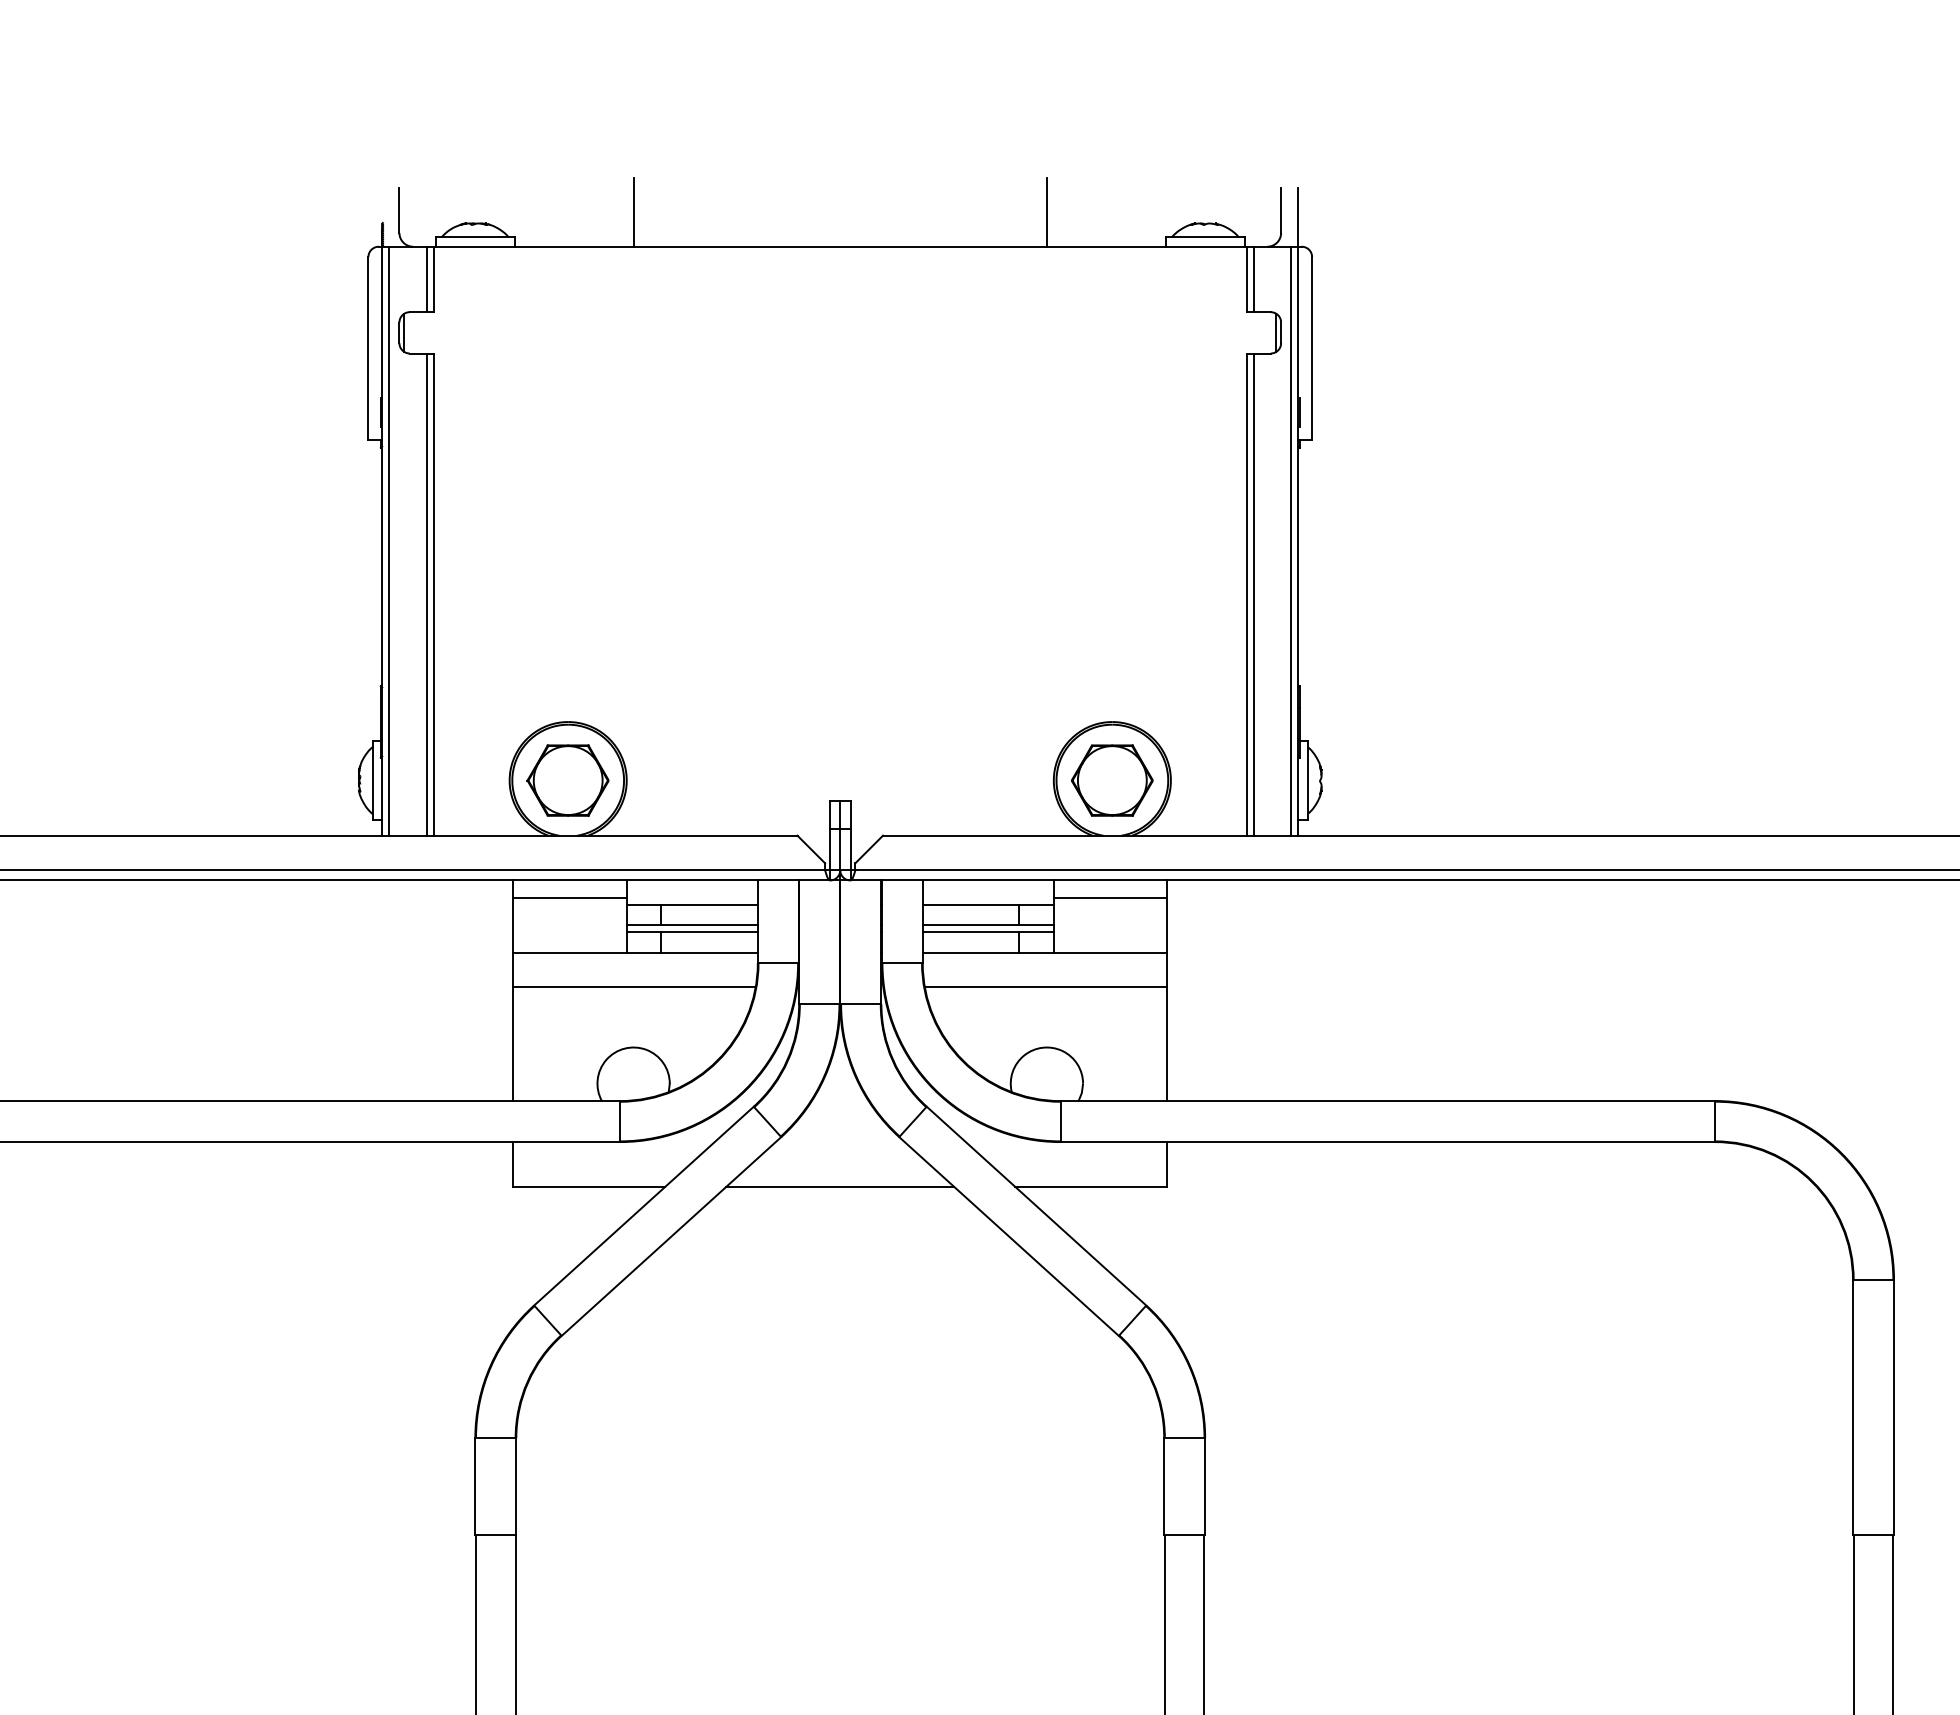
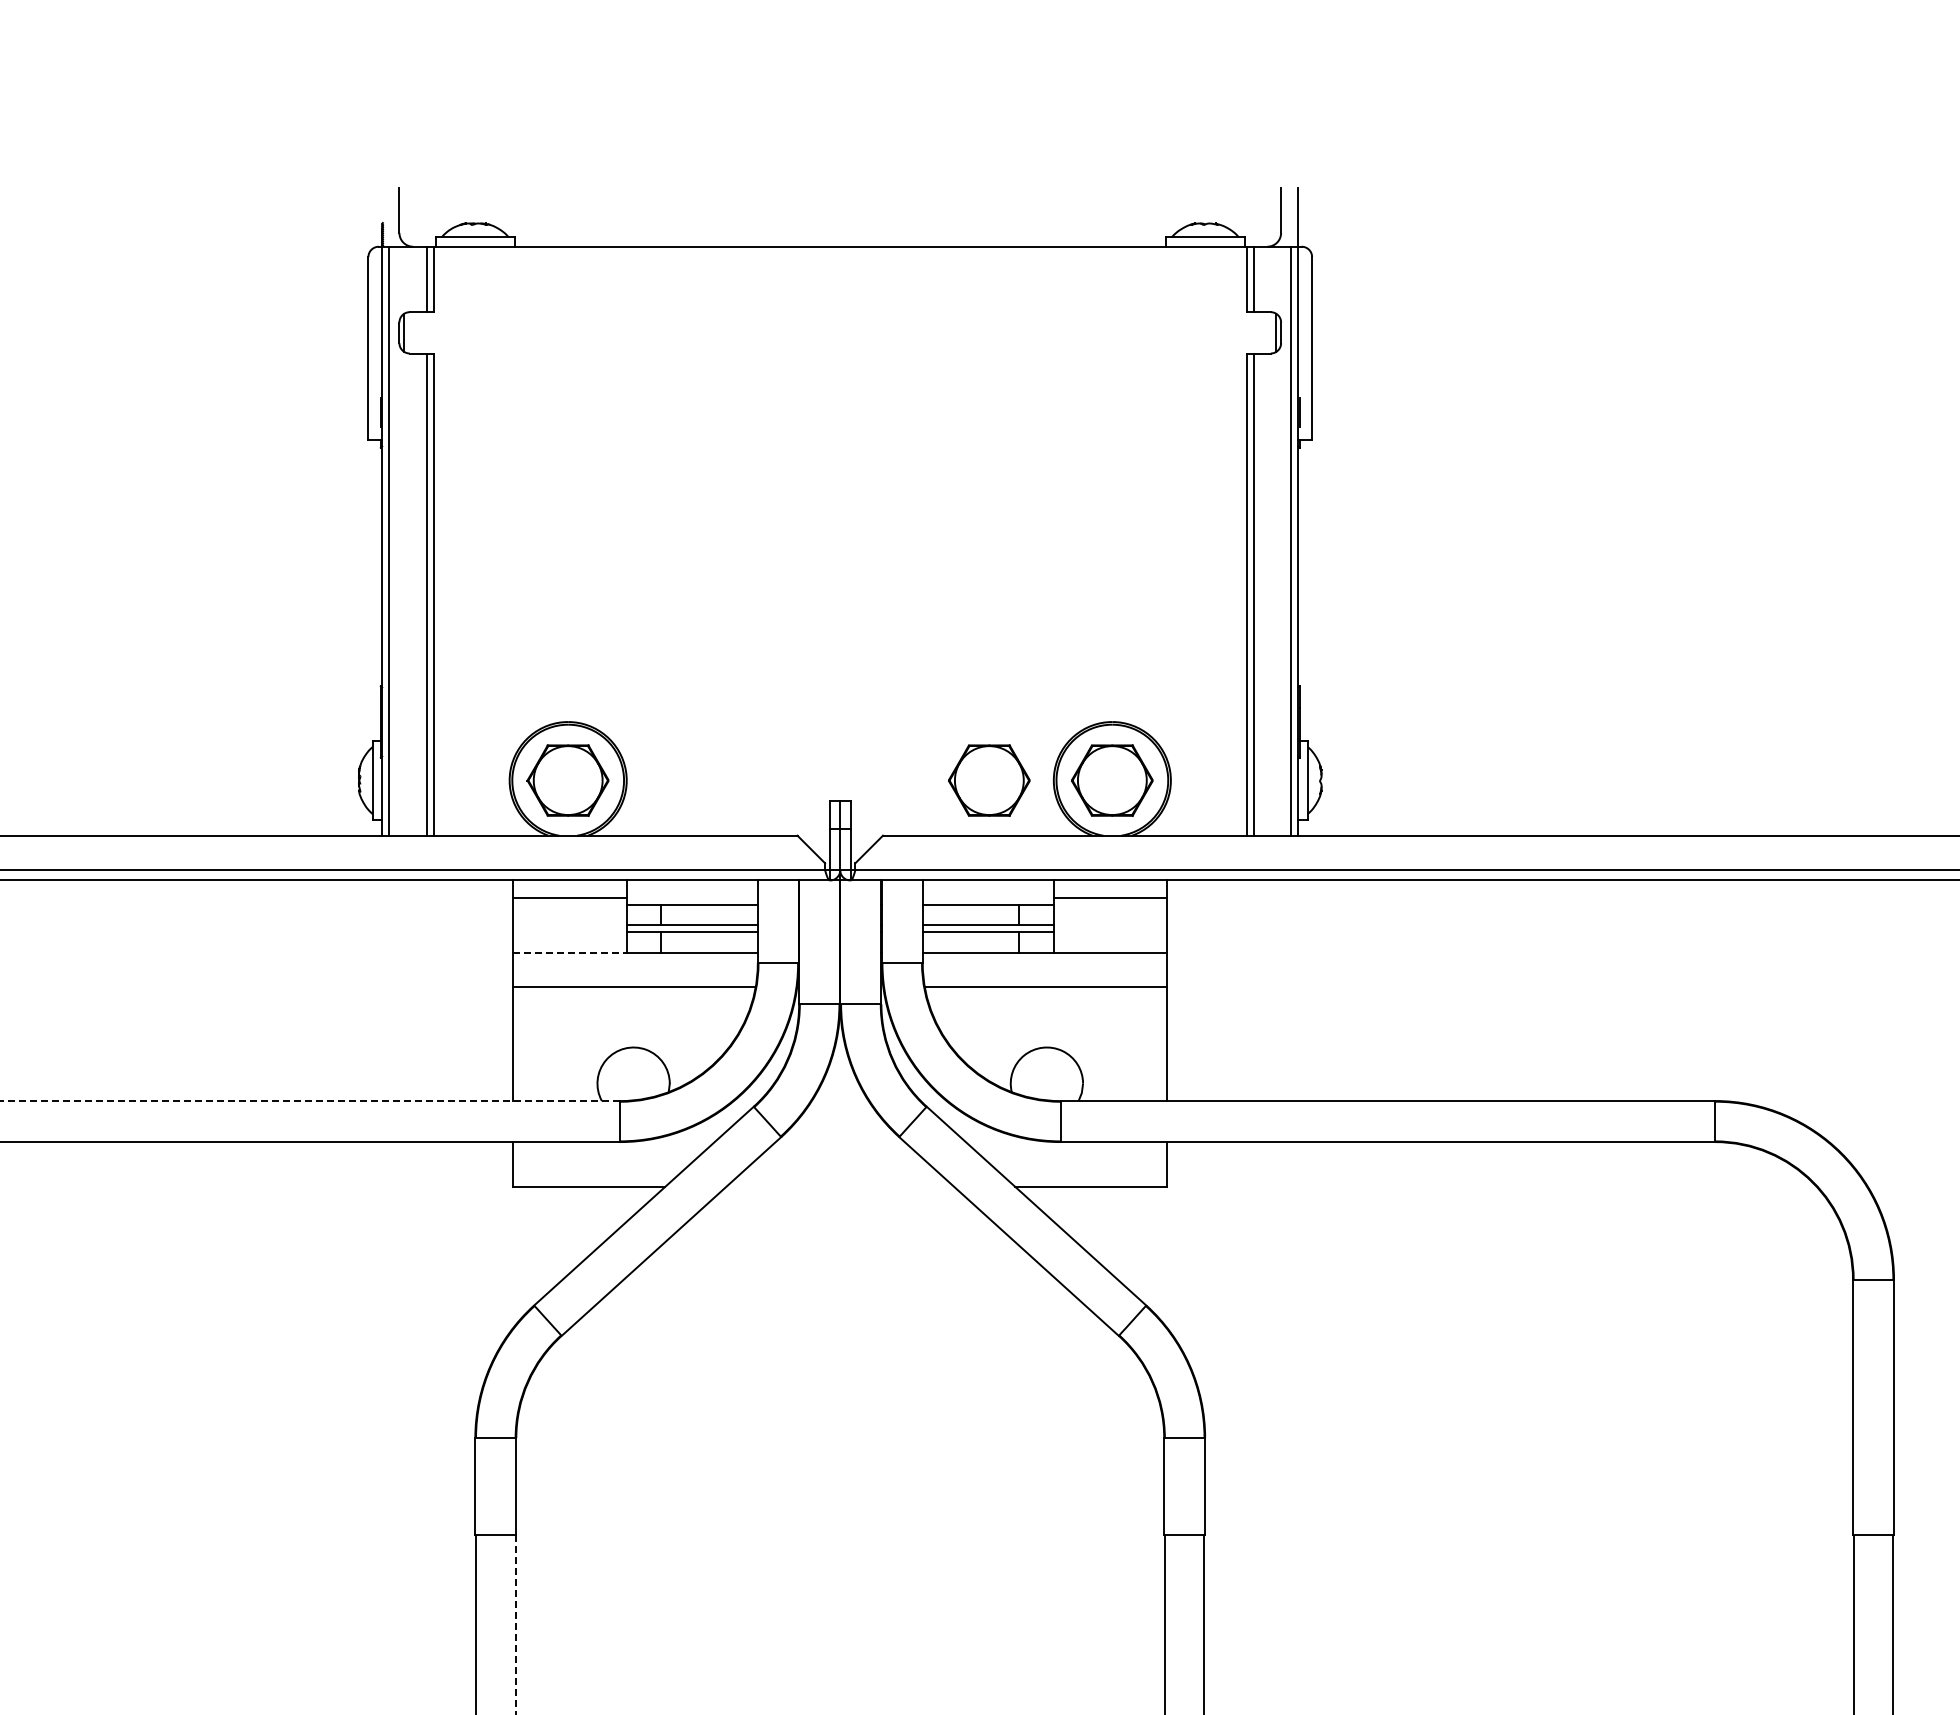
line at (633, 211): present -> none
line at (1046, 211): present -> none
part at (989, 780): none -> present
line at (569, 952): solid -> dashed
line at (310, 1101): solid -> dashed
line at (840, 1186): present -> none
line at (515, 1624): solid -> dashed
